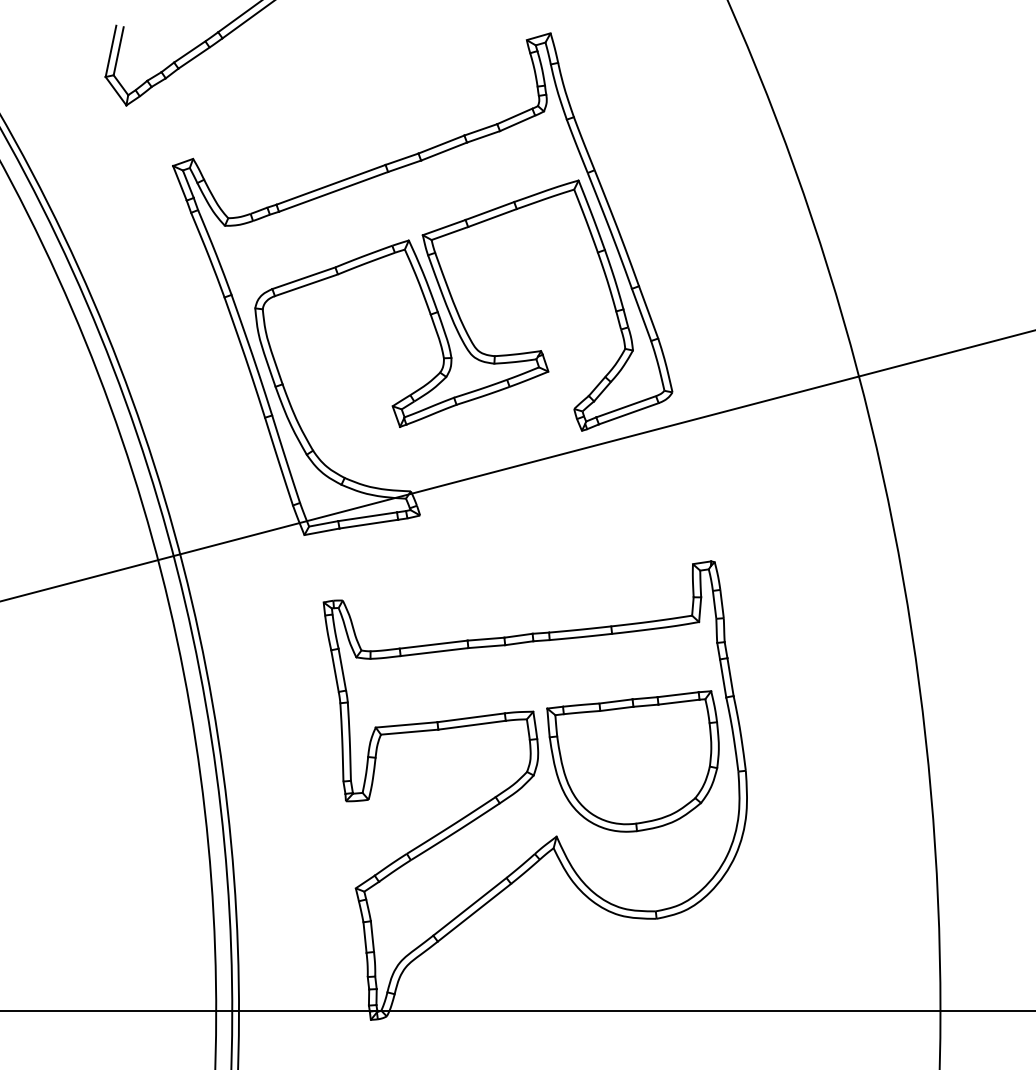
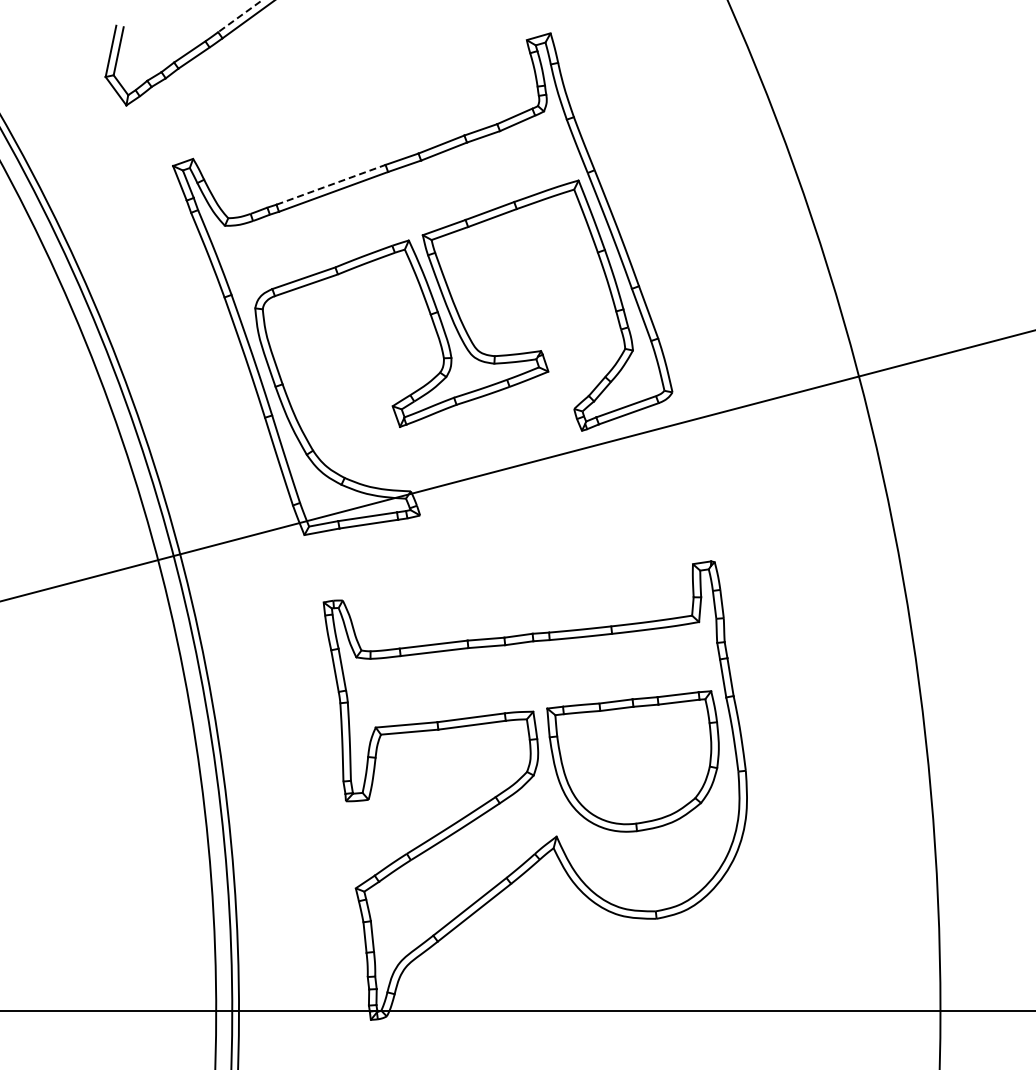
line at (239, 16): solid -> dashed
line at (331, 184): solid -> dashed
